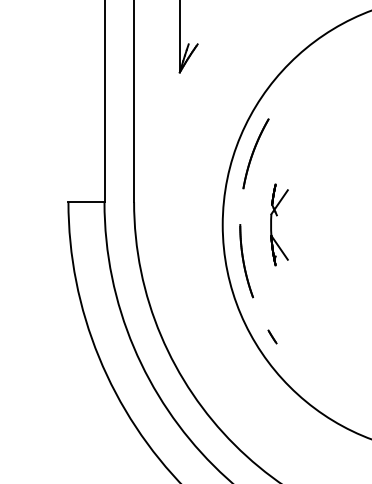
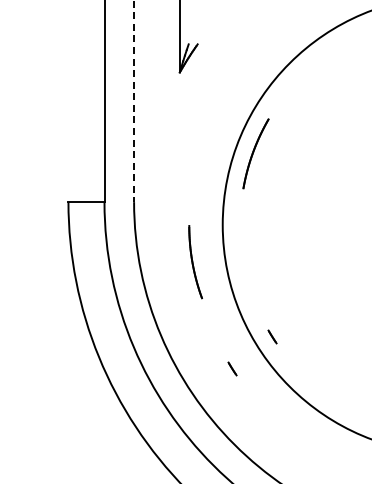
line at (134, 101): solid -> dashed
part at (271, 224): present -> none
part at (246, 261) position: (246, 261) -> (195, 262)
line at (232, 368): none -> present
